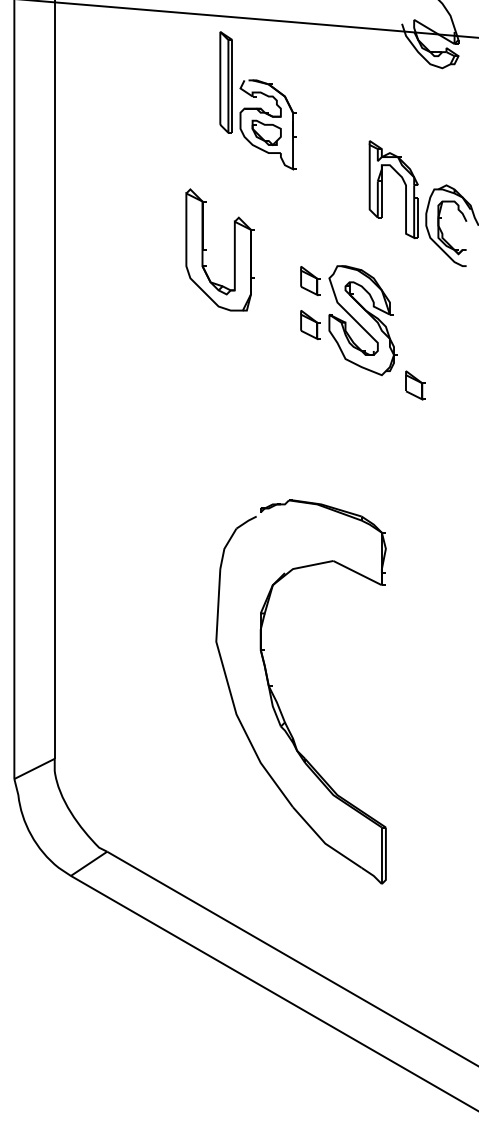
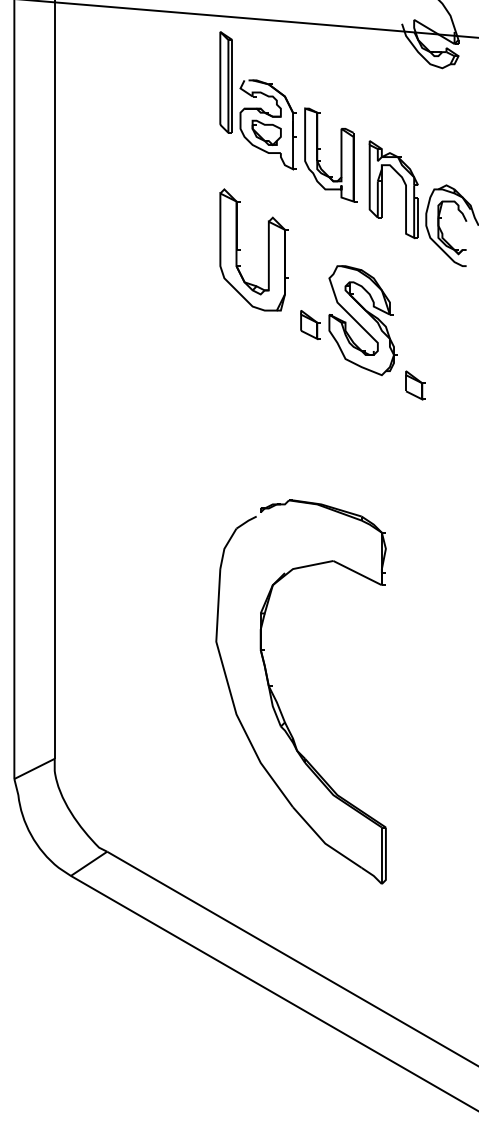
part at (340, 154): none -> present
part at (206, 249) position: (206, 249) -> (240, 249)
part at (310, 280): present -> none
